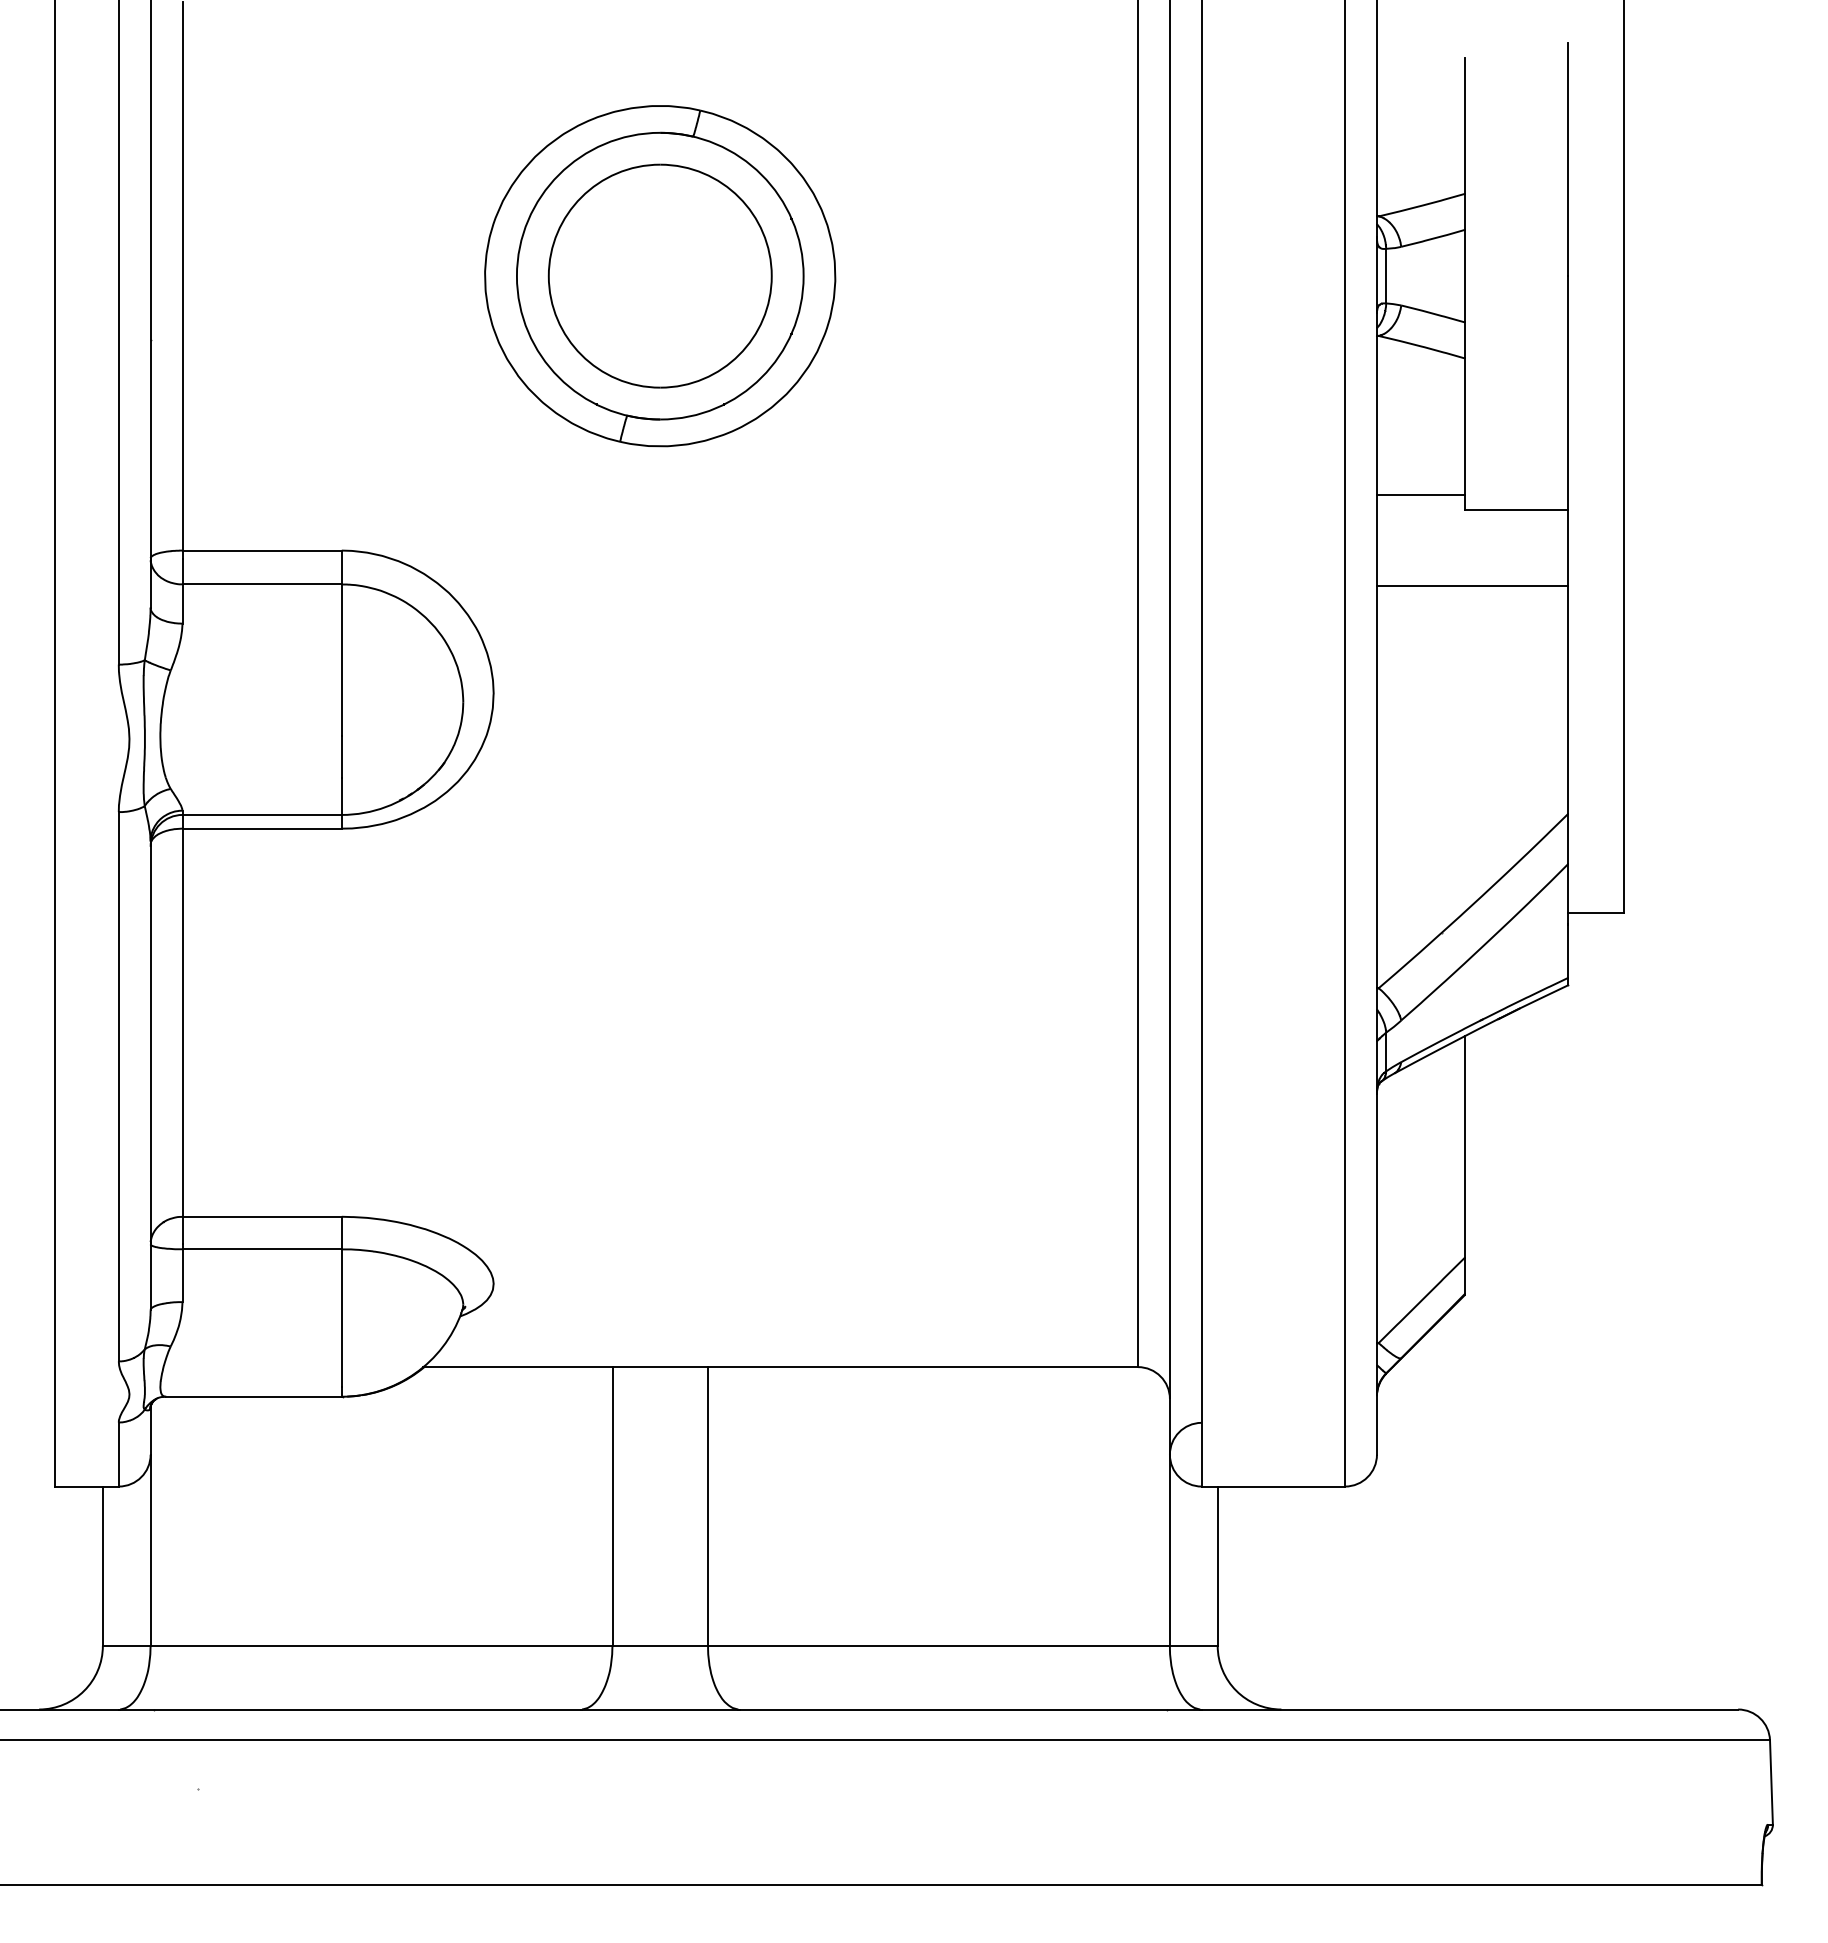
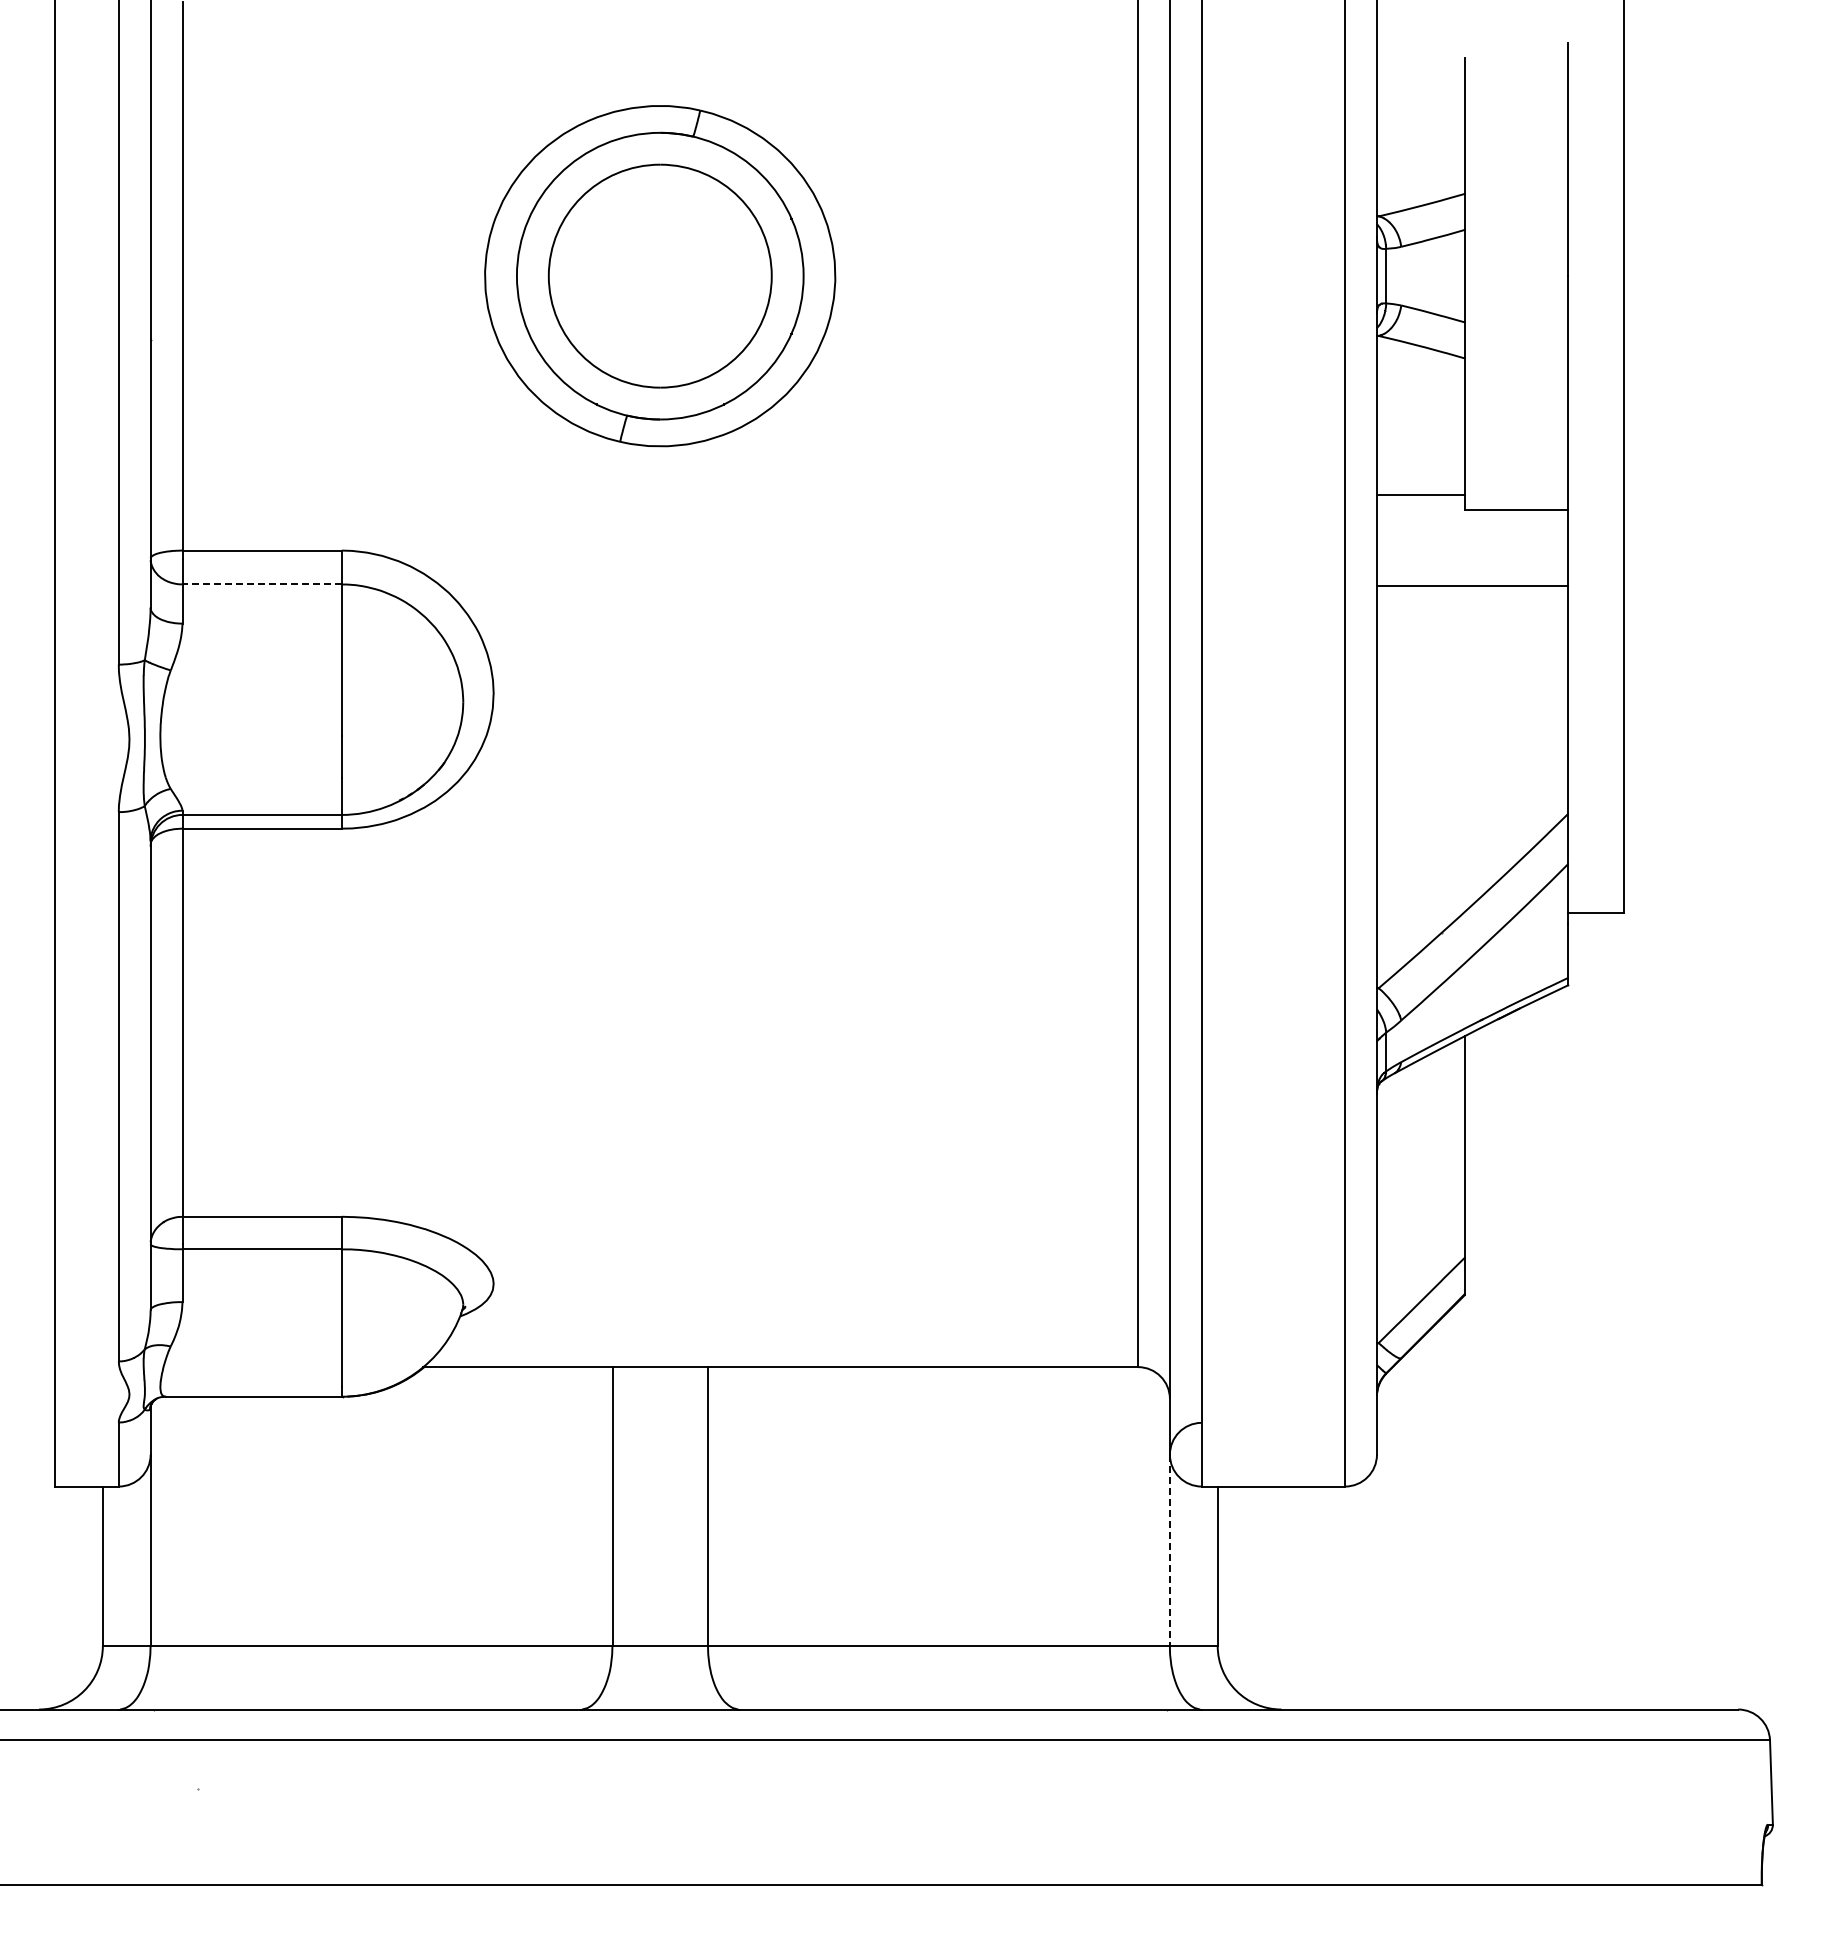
line at (262, 584): solid -> dashed
line at (1169, 1550): solid -> dashed
